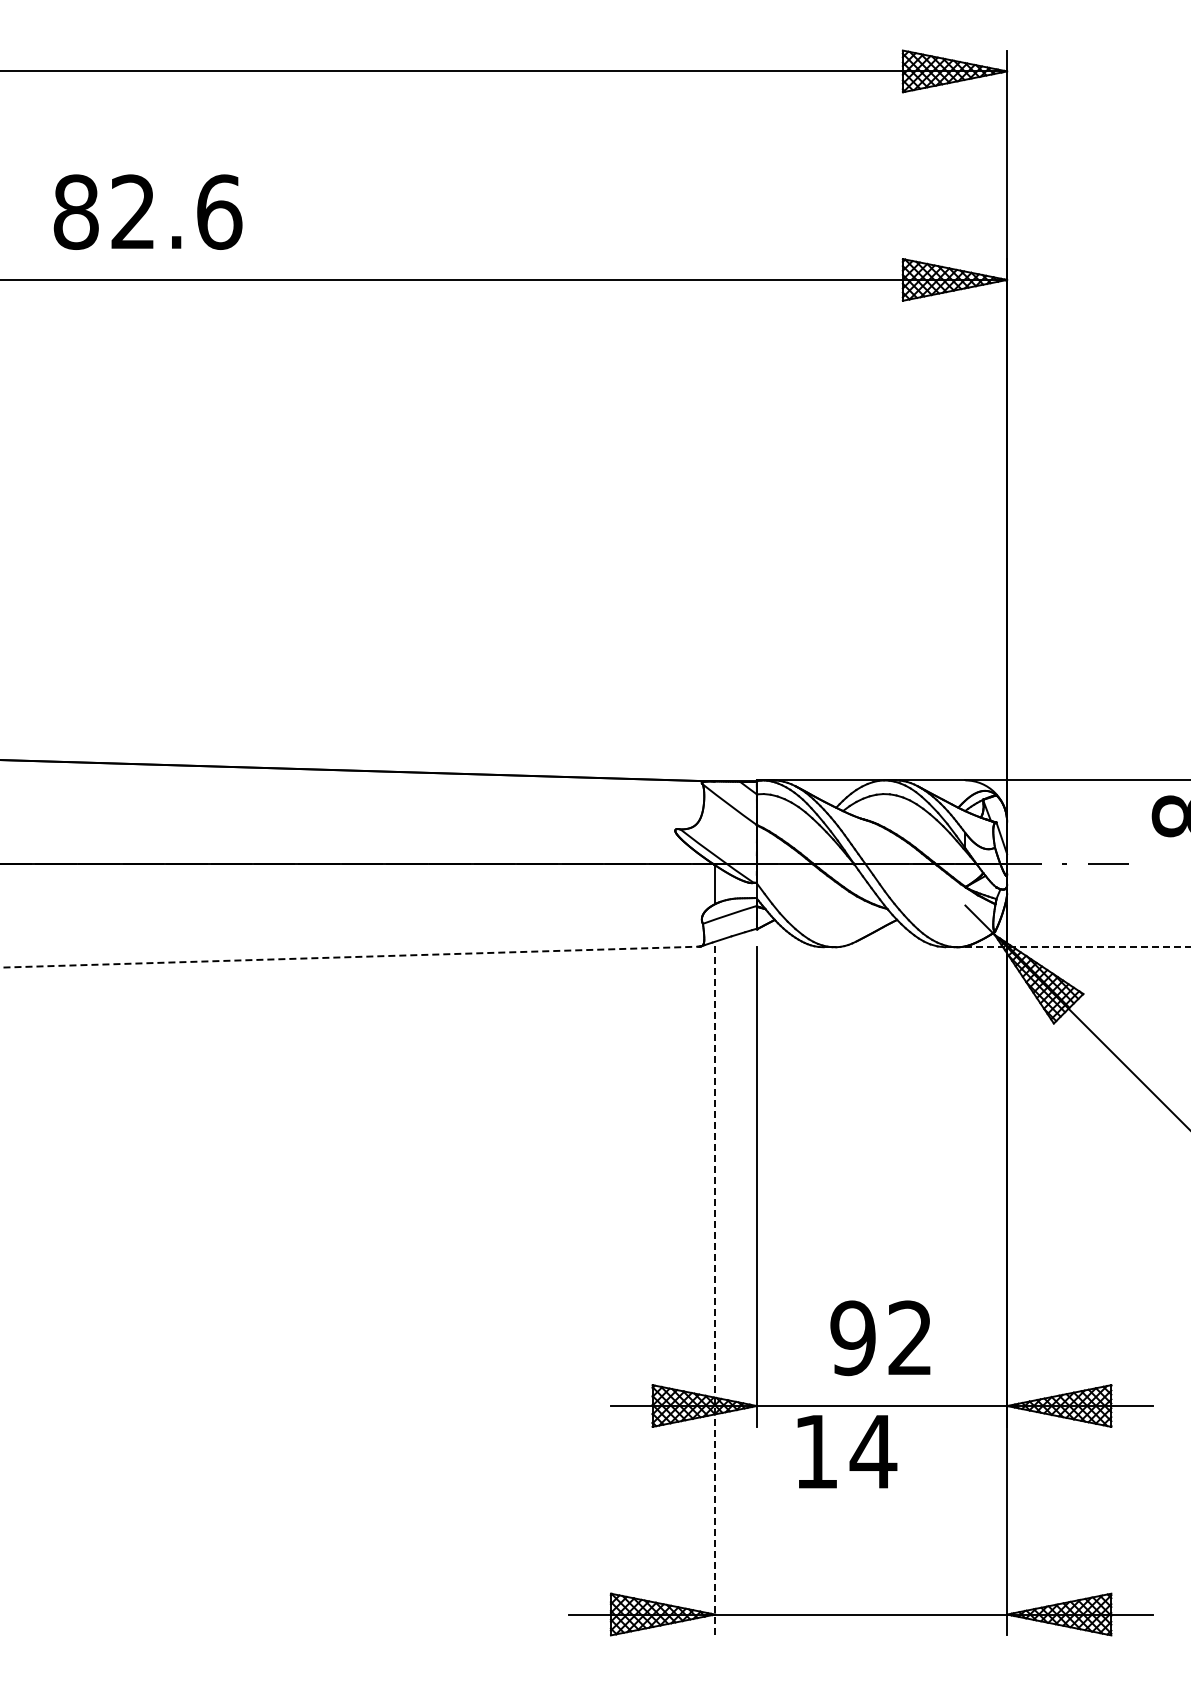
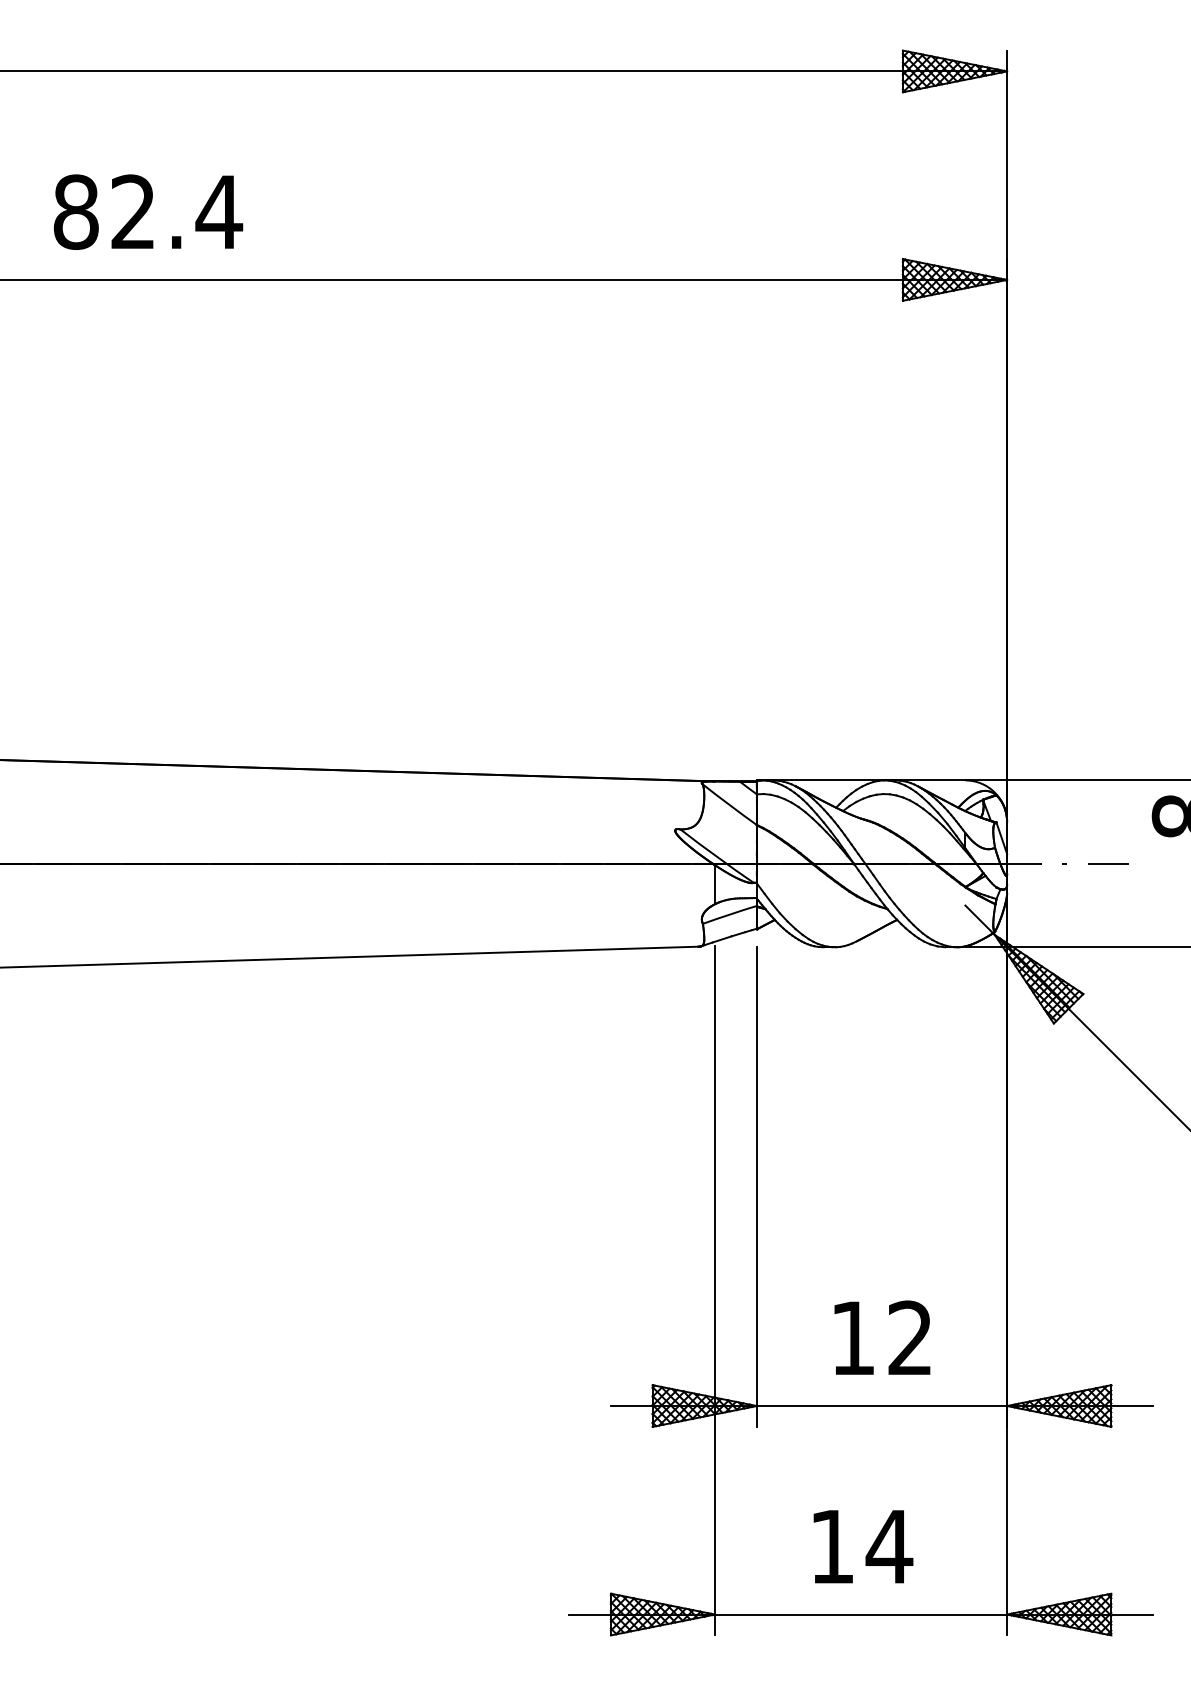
text at (219, 211): 82.6 -> 82.4
line at (1078, 947): dashed -> solid
line at (349, 957): dashed -> solid
line at (715, 1290): dashed -> solid
text at (852, 1338): 92 -> 12
text at (847, 1451) position: (847, 1451) -> (863, 1546)
